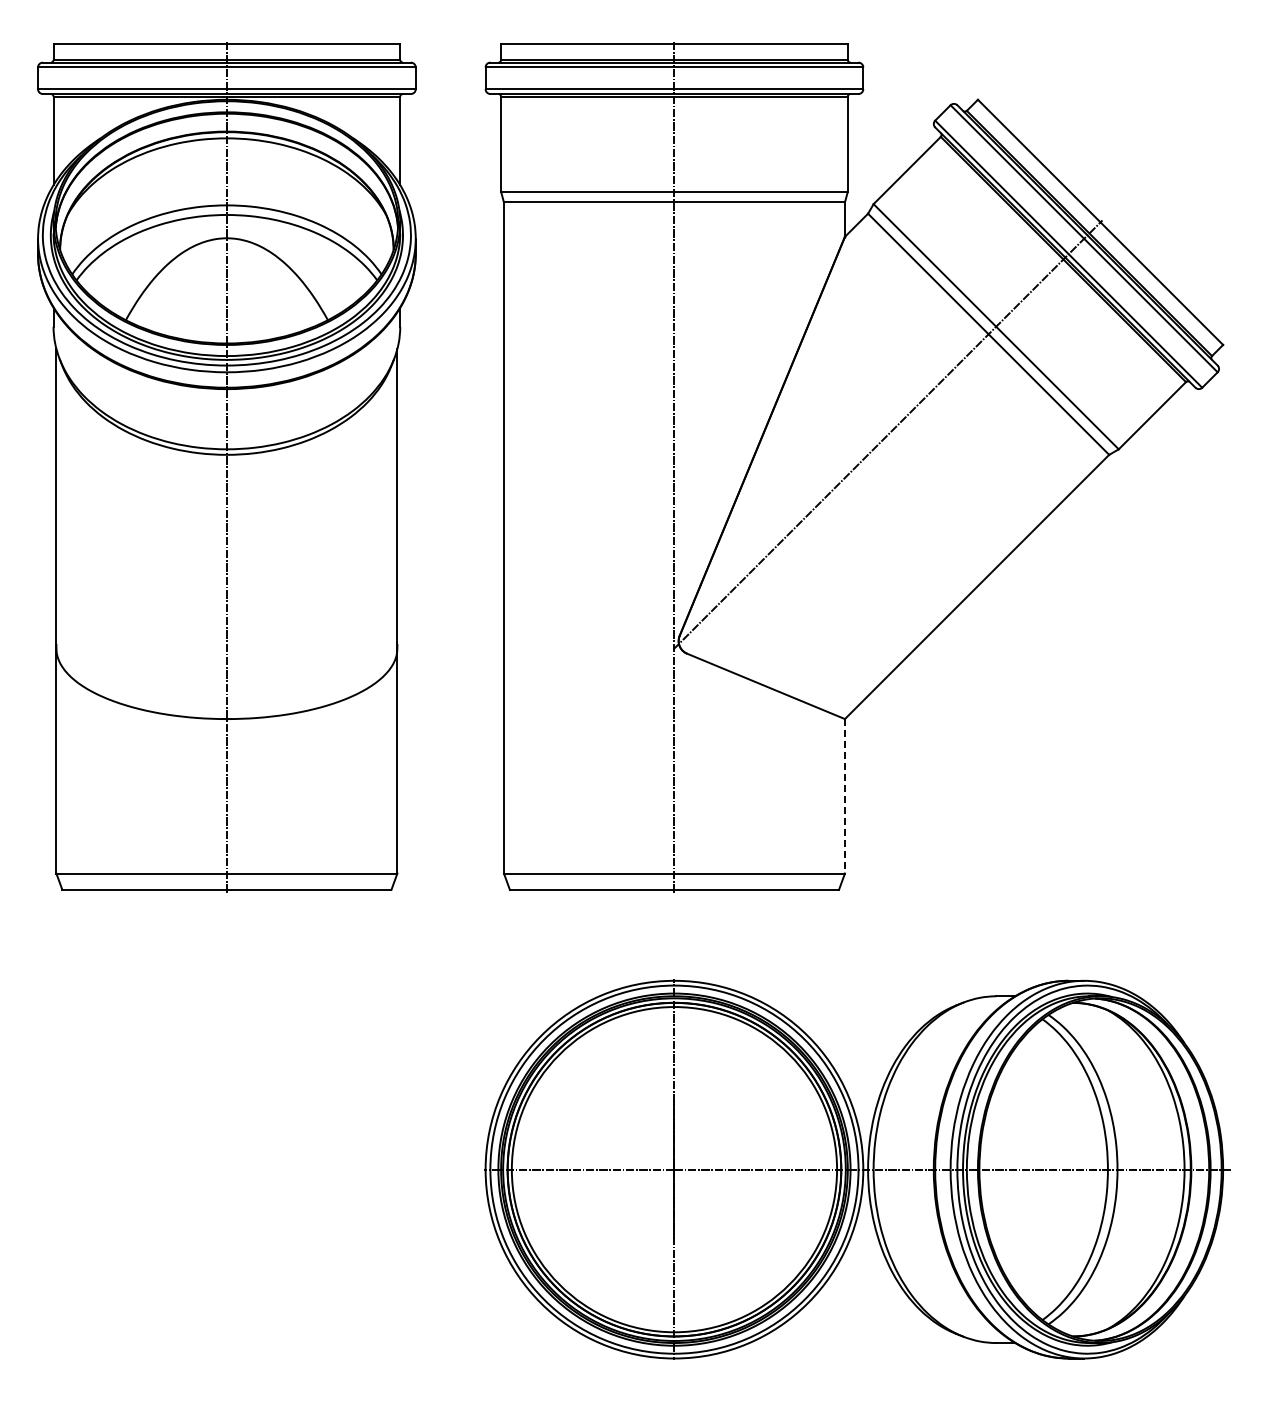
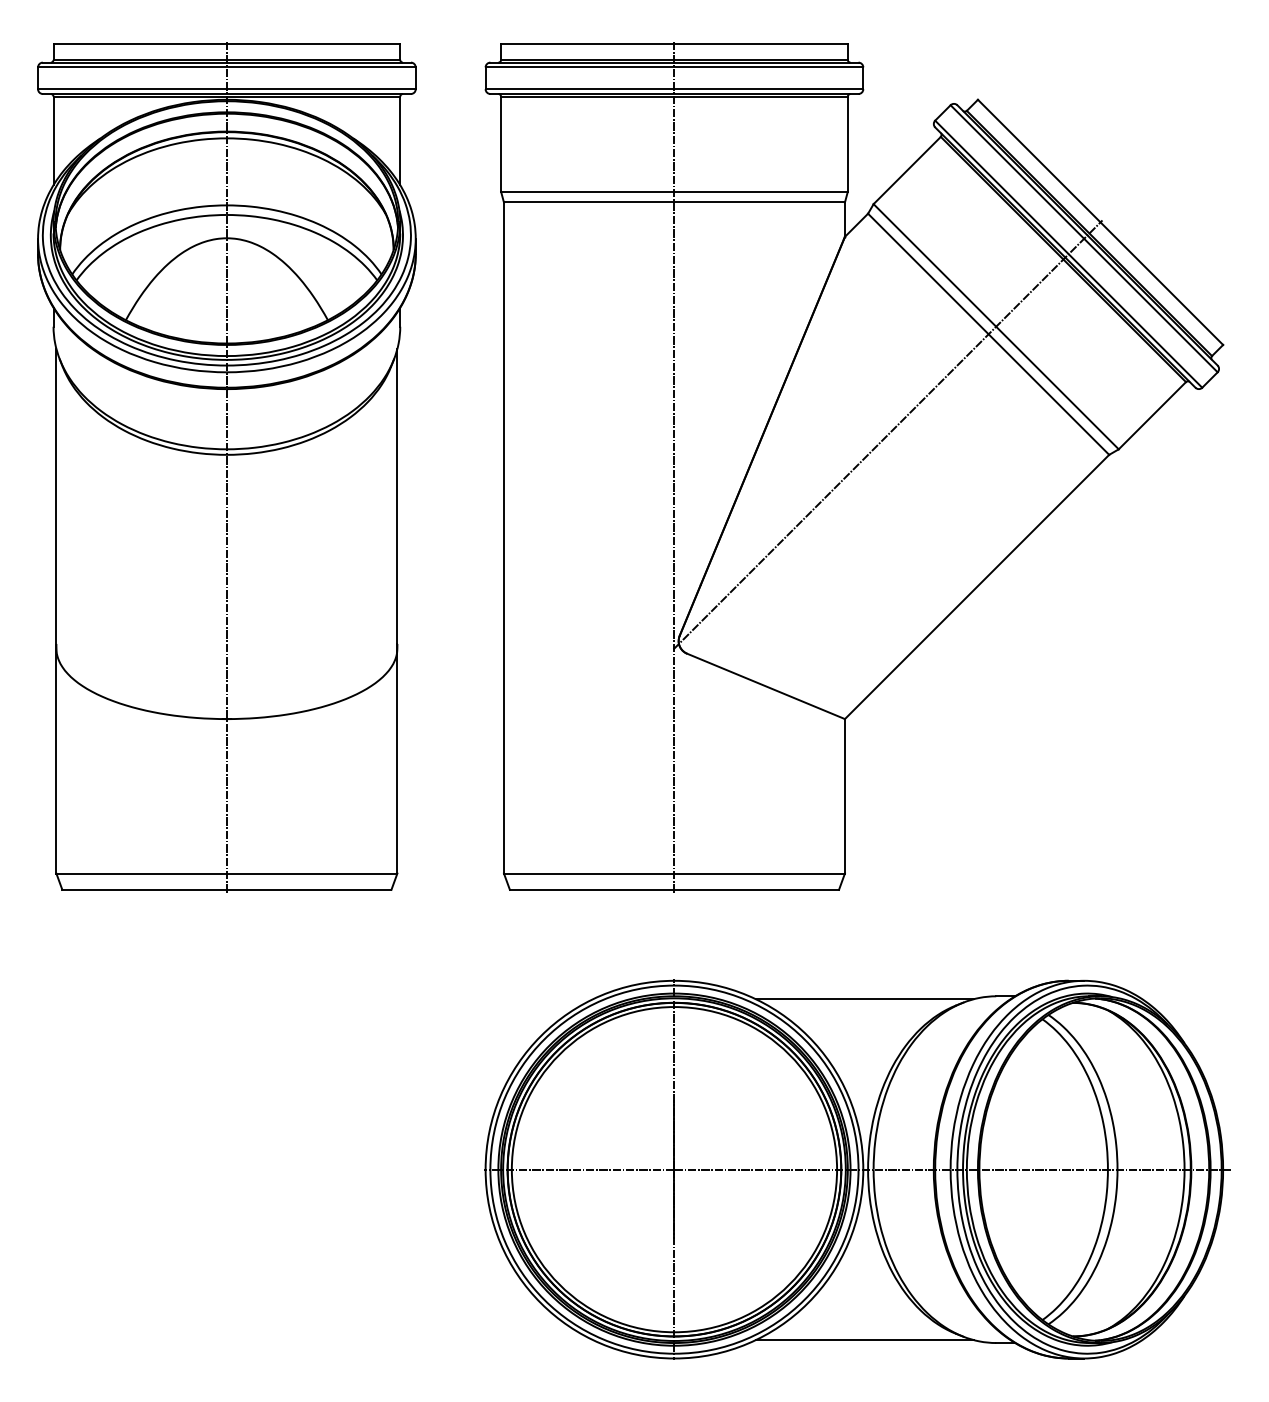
line at (844, 796): dashed -> solid
line at (864, 999): none -> present
line at (864, 1340): none -> present
